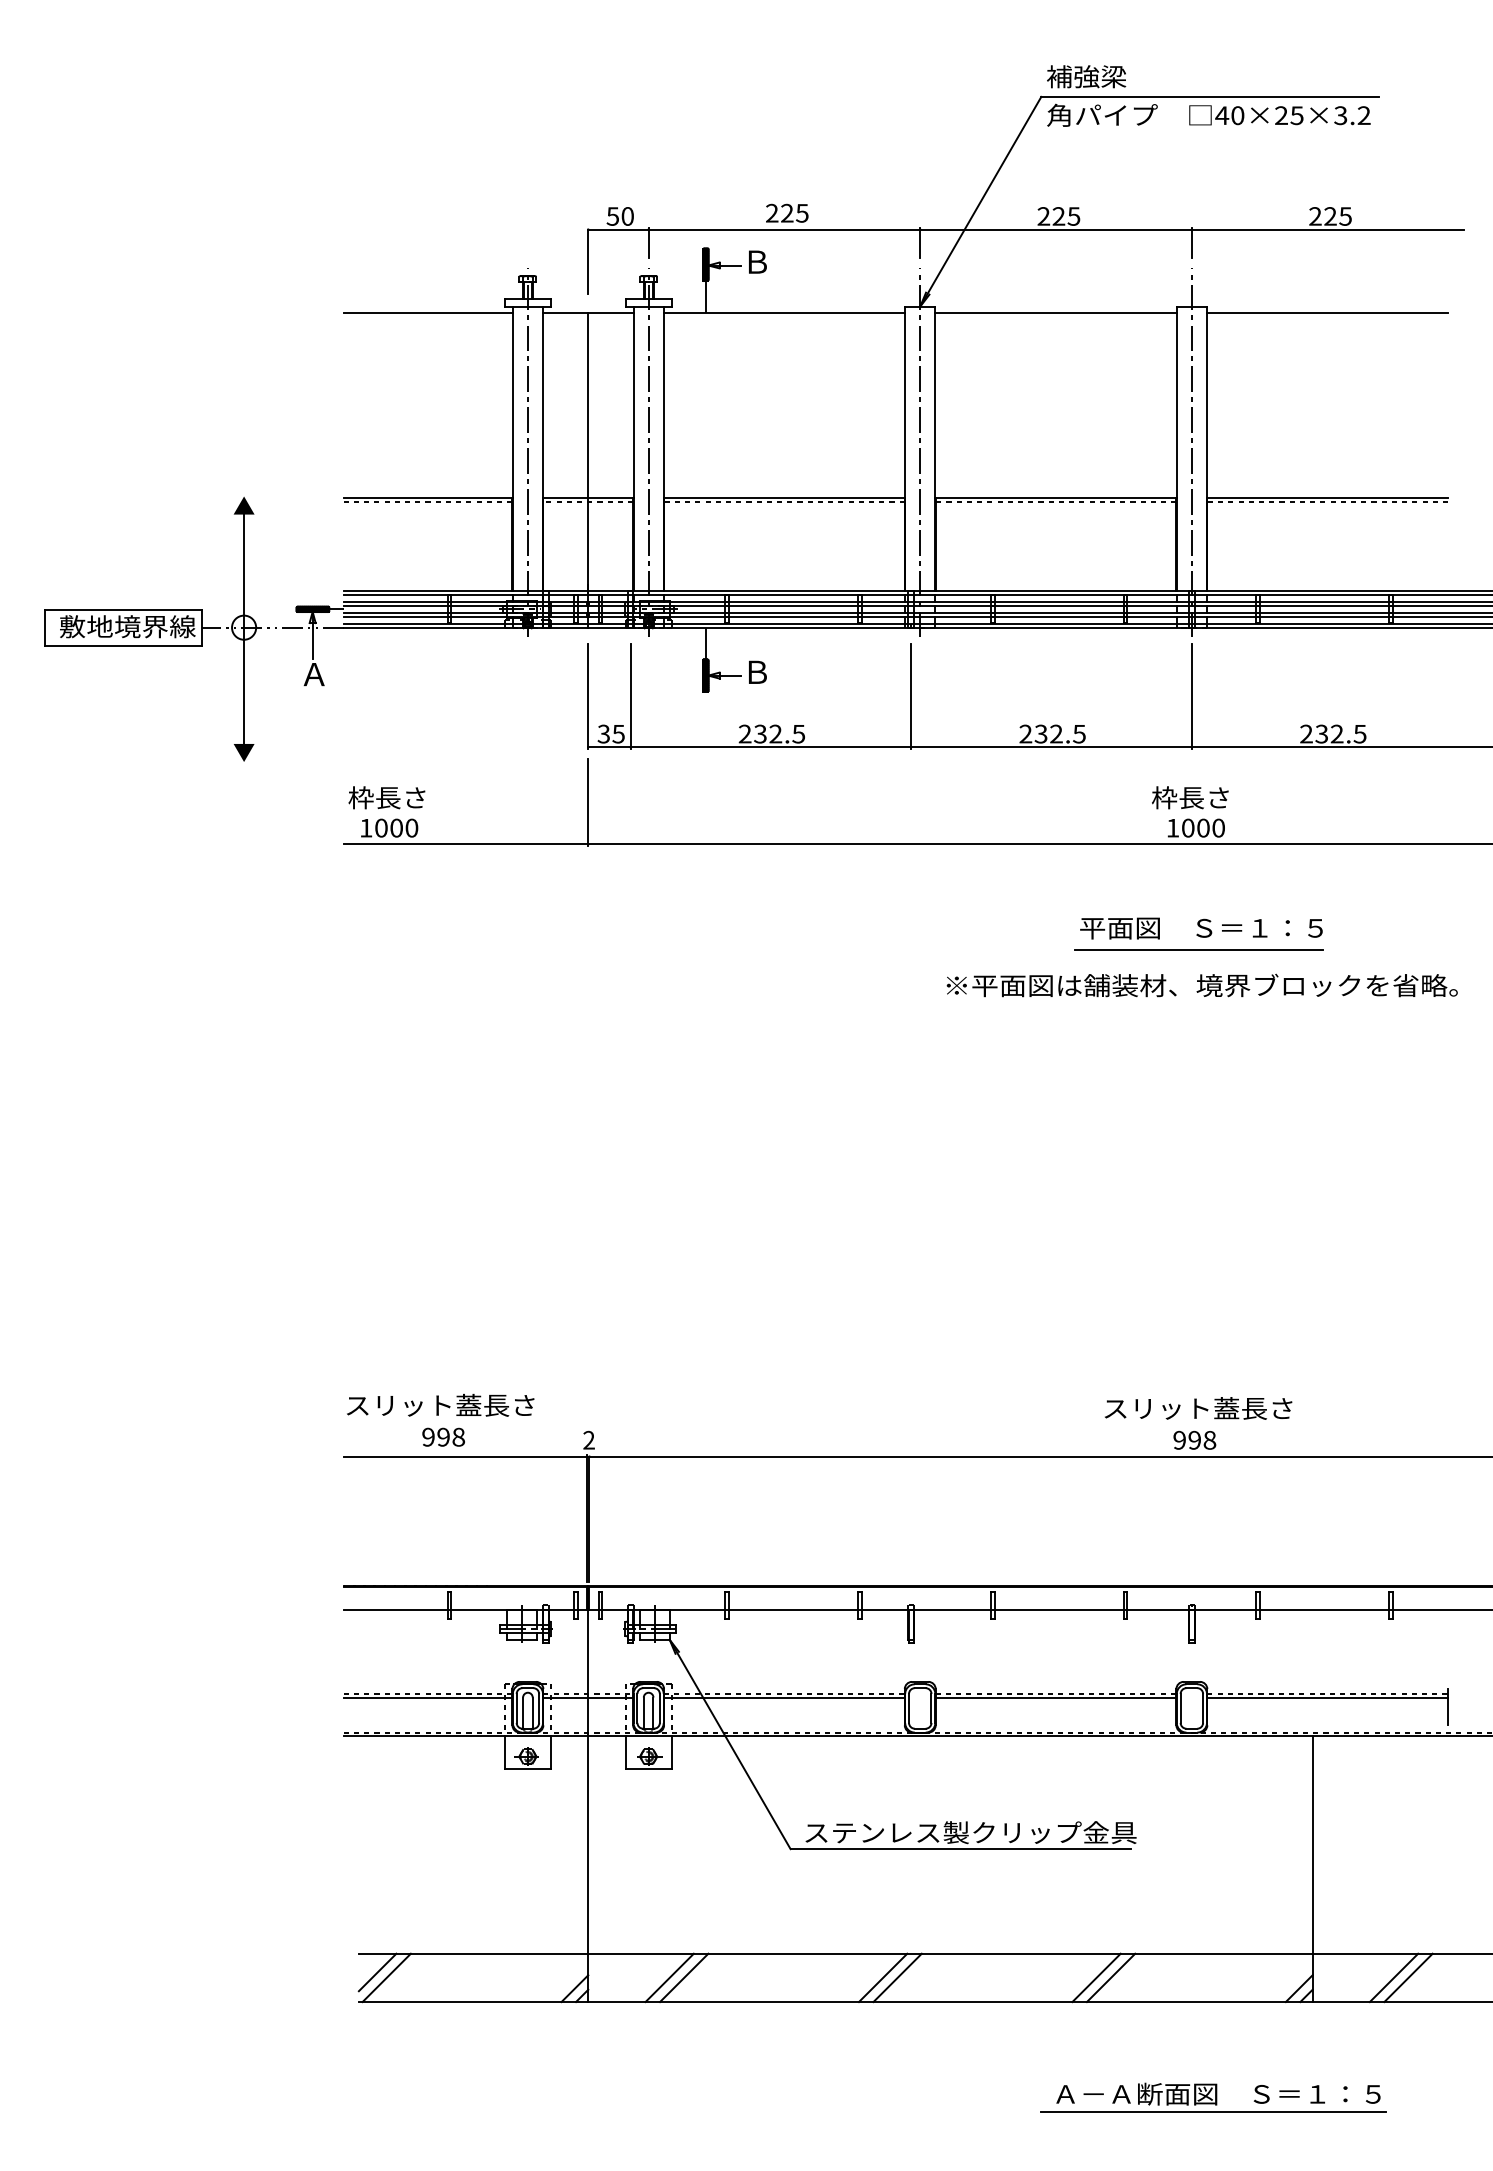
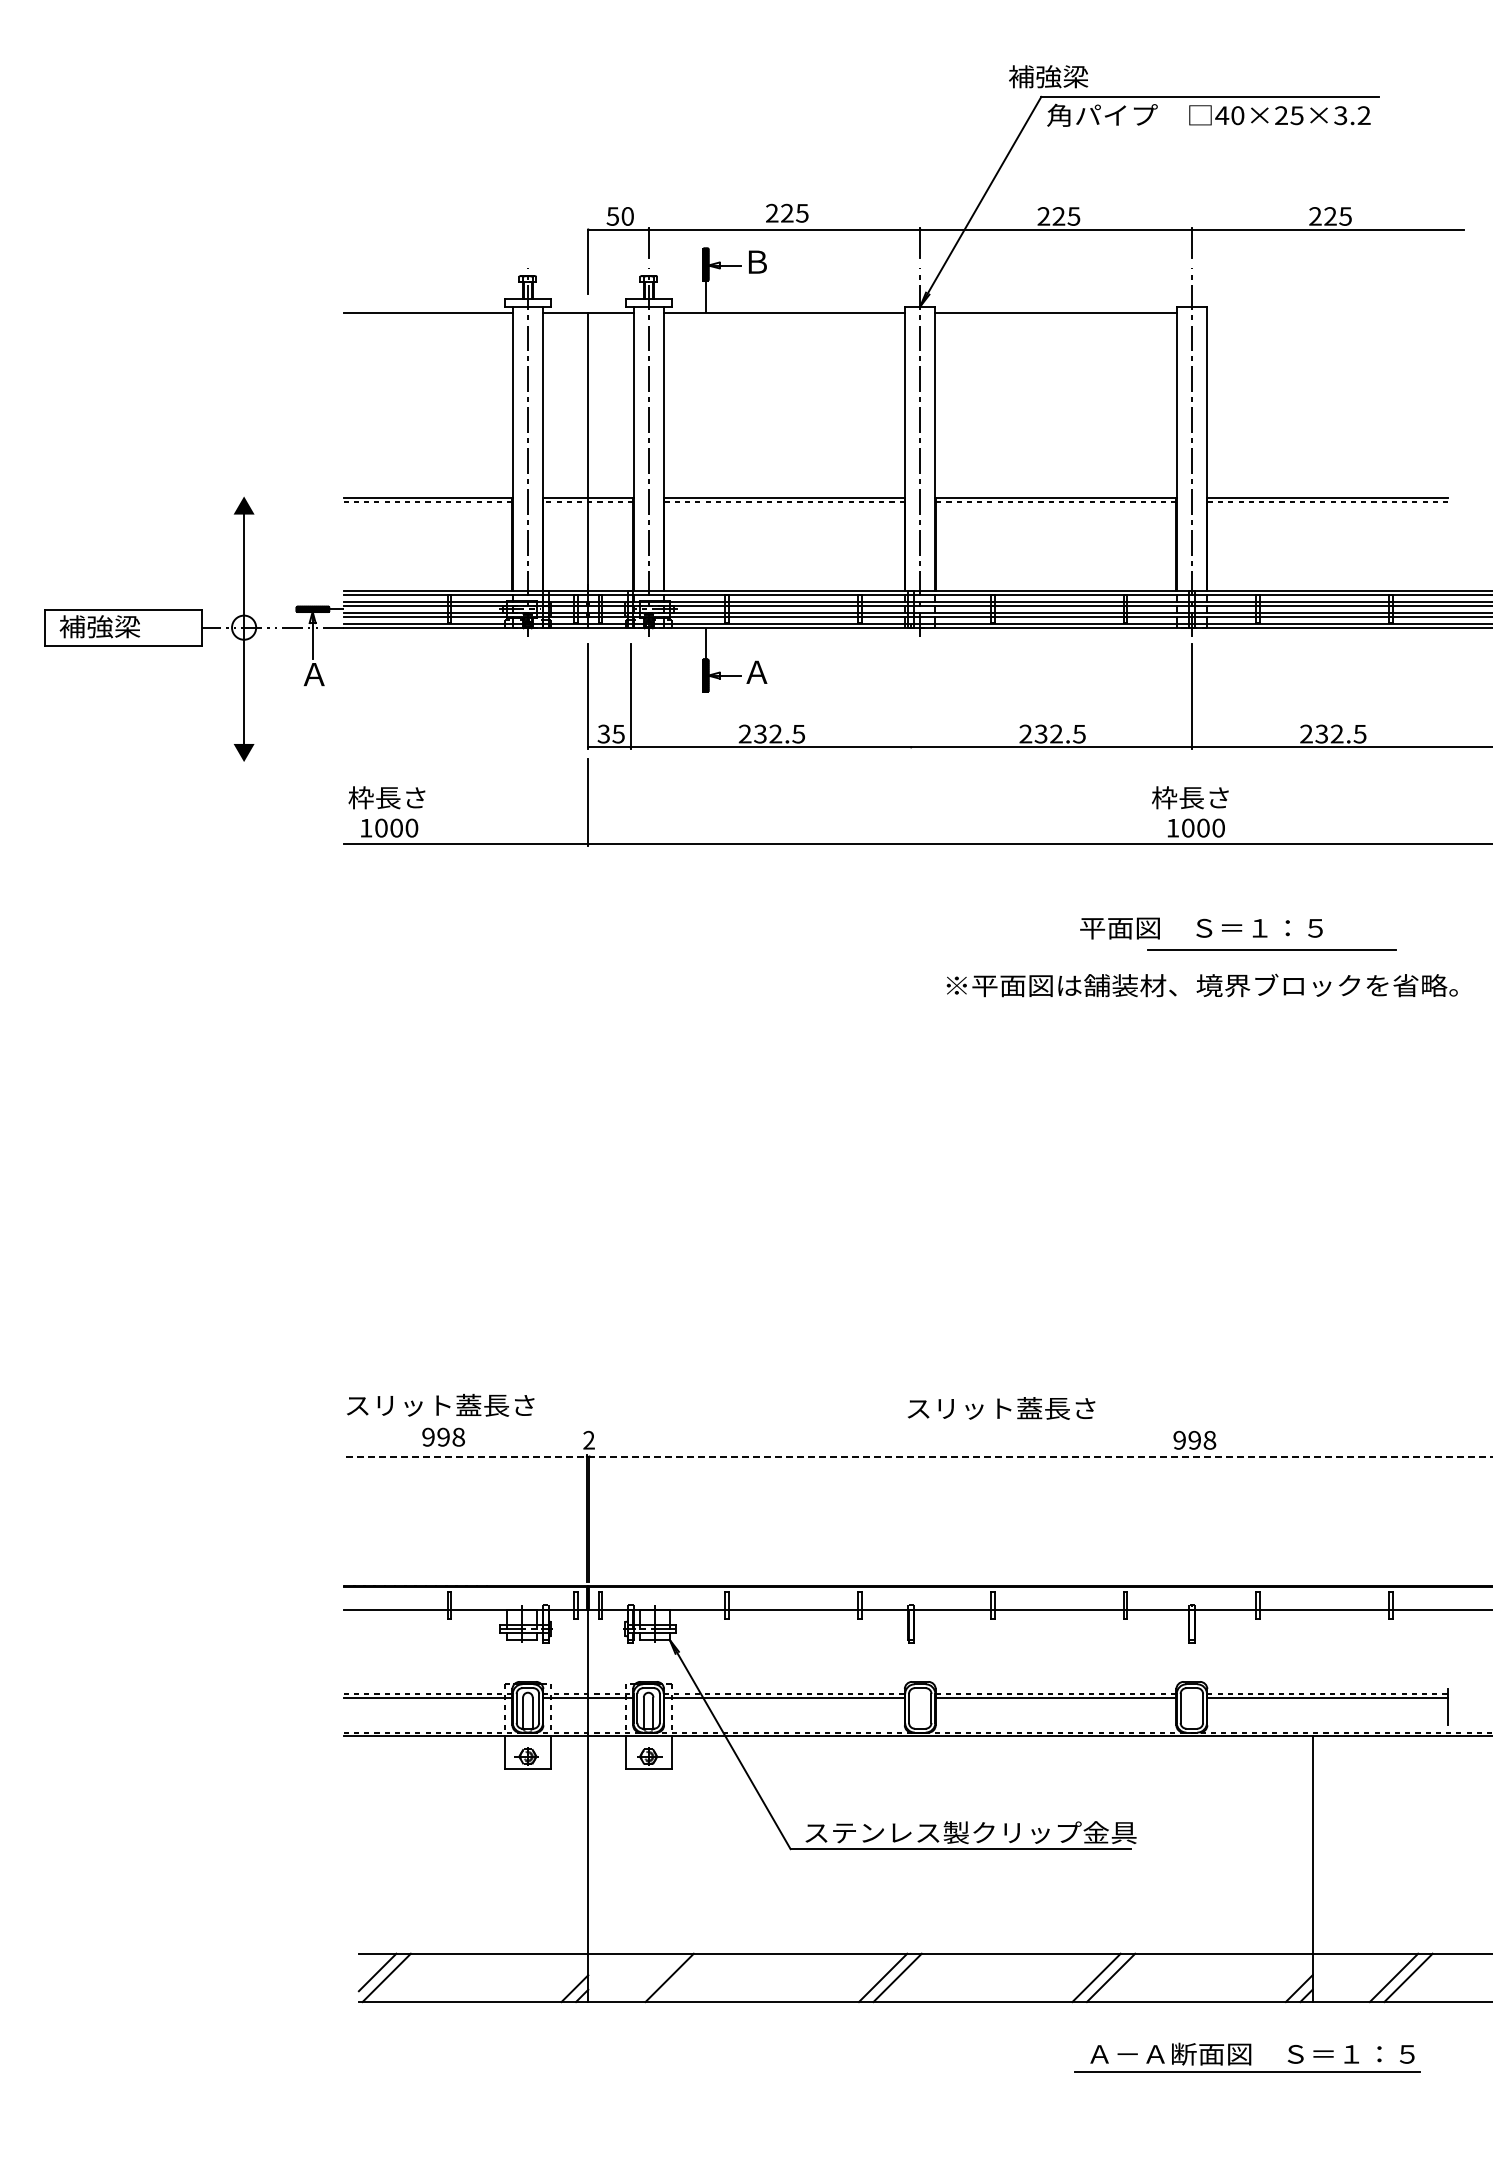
text at (1086, 76) position: (1086, 76) -> (1048, 76)
line at (1327, 312): present -> none
text at (127, 626): 敷地境界線 -> 補強梁
text at (756, 671): Ｂ -> Ａ
line at (911, 695): present -> none
line at (1198, 949) position: (1198, 949) -> (1271, 949)
text at (1198, 1408) position: (1198, 1408) -> (1001, 1408)
line at (917, 1456): solid -> dashed
line at (684, 1977): present -> none
part at (1213, 2097) position: (1213, 2097) -> (1247, 2057)
